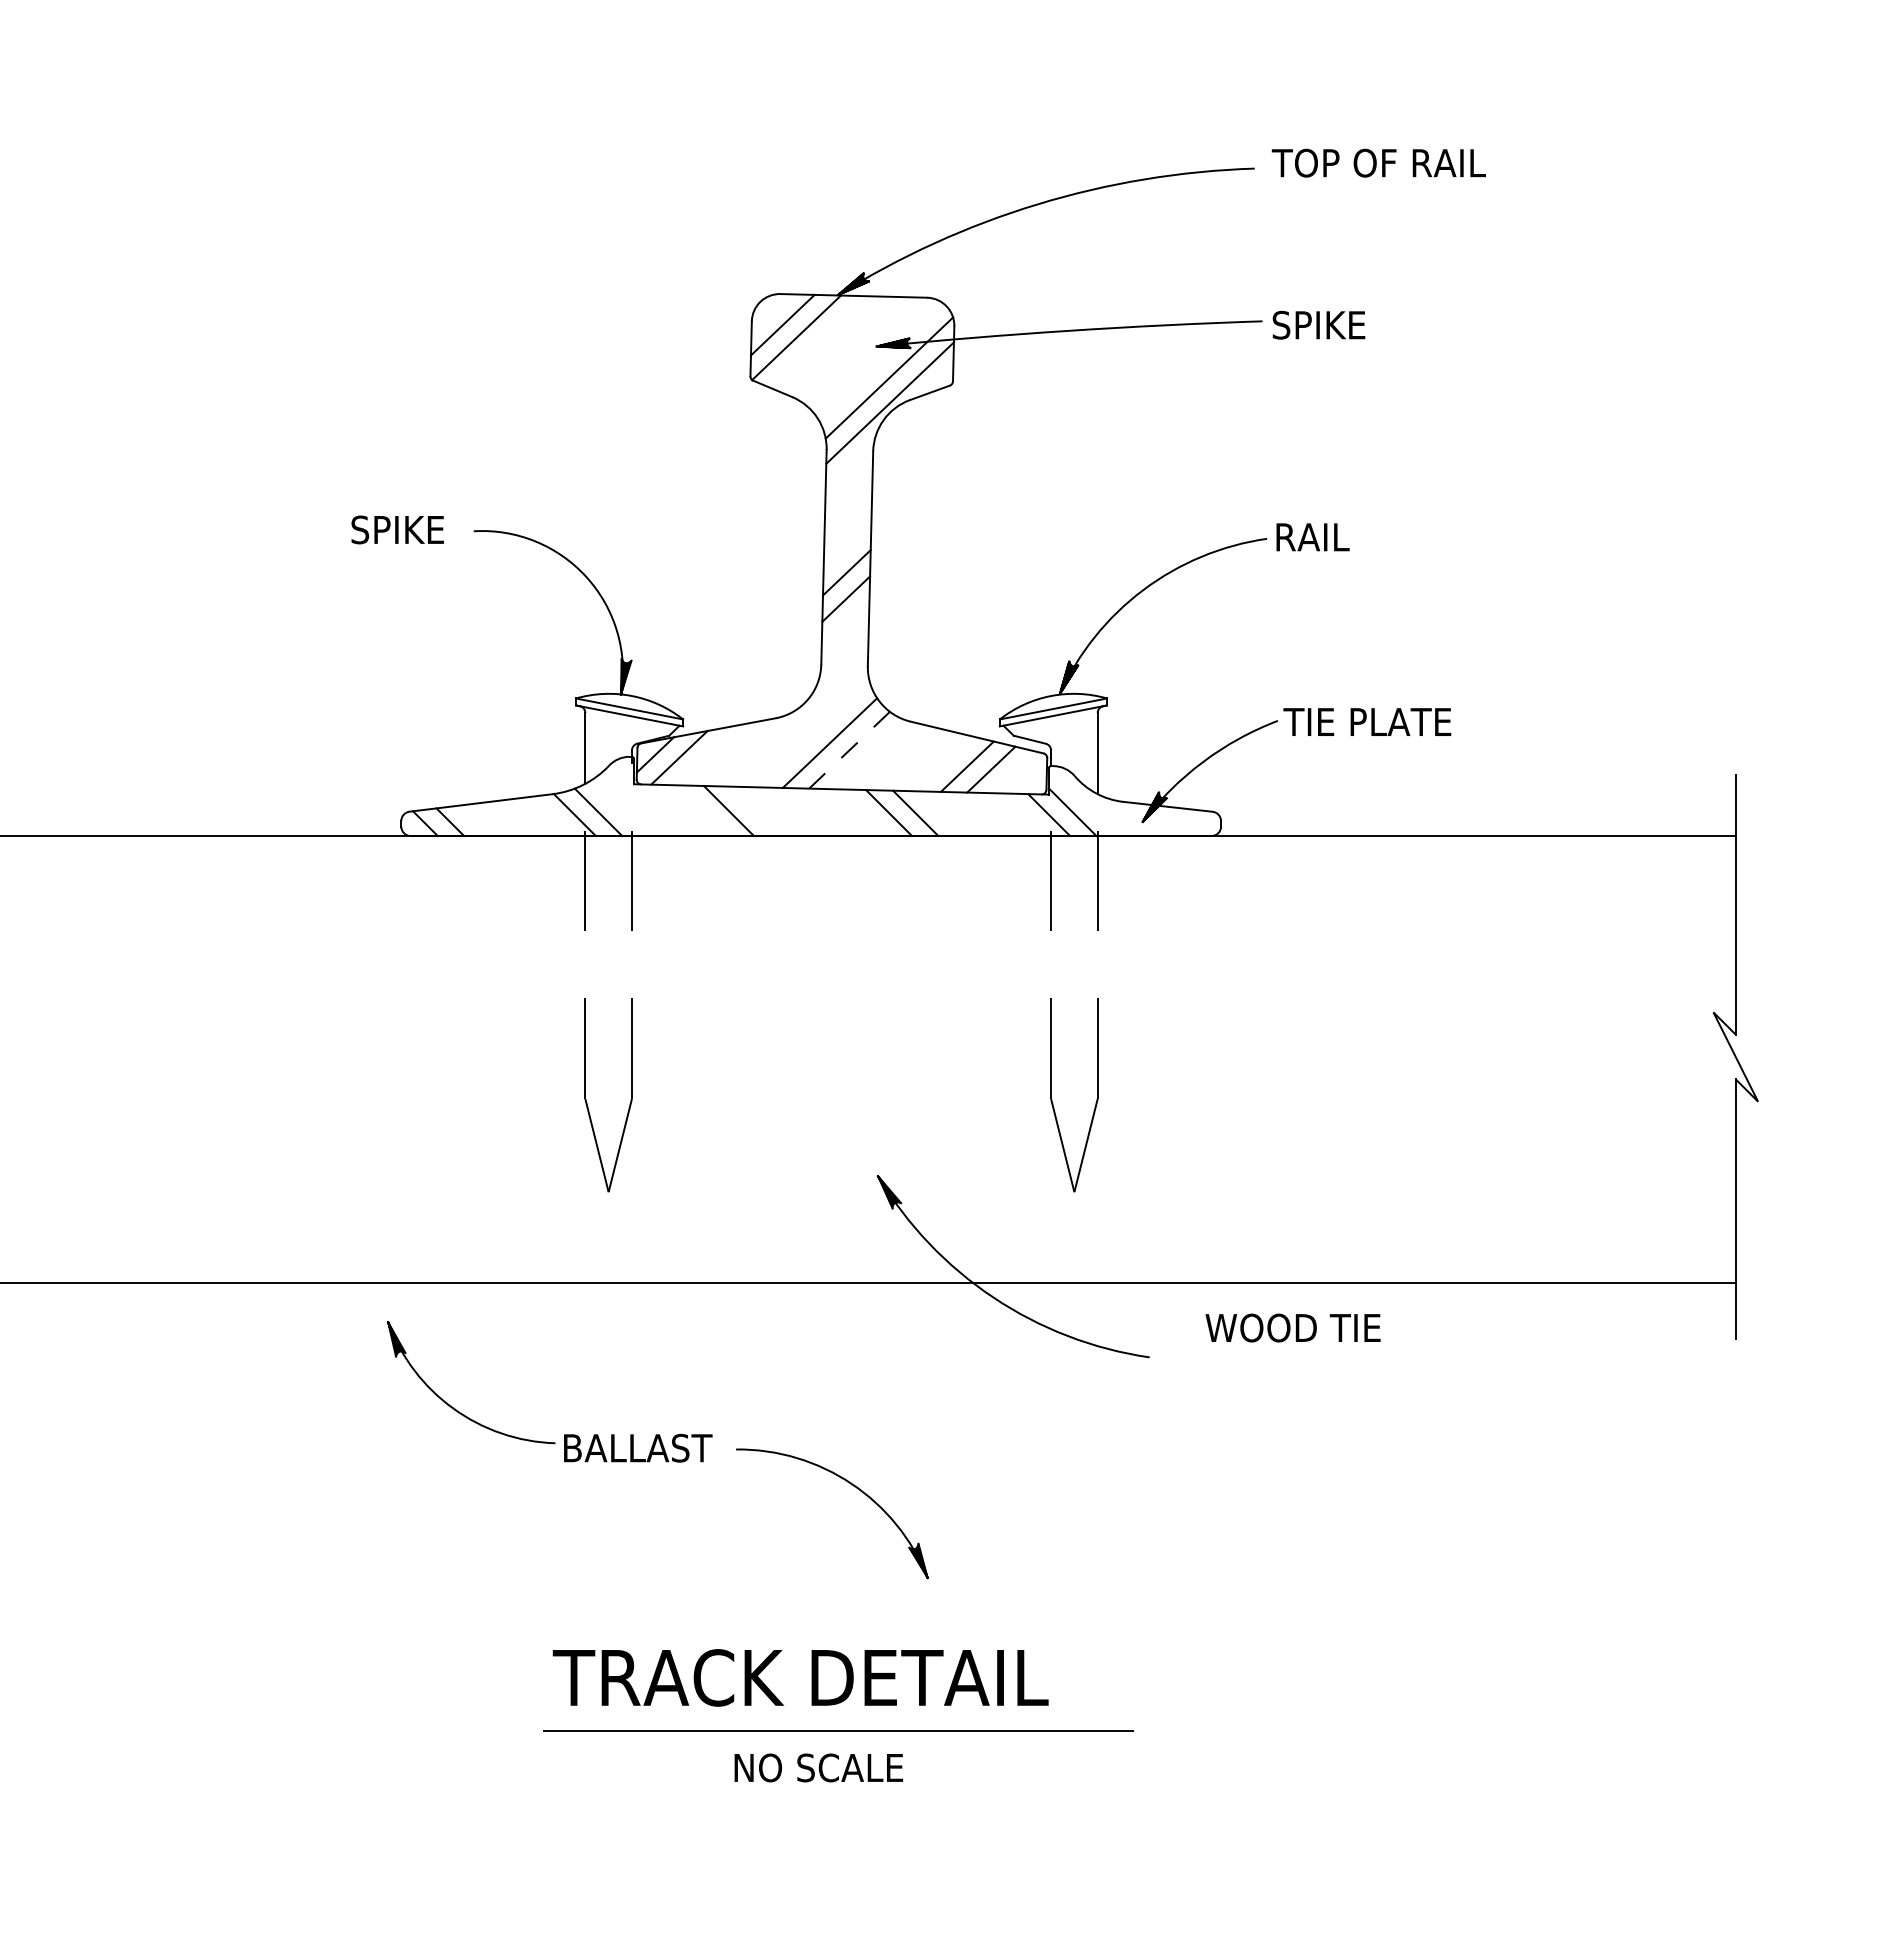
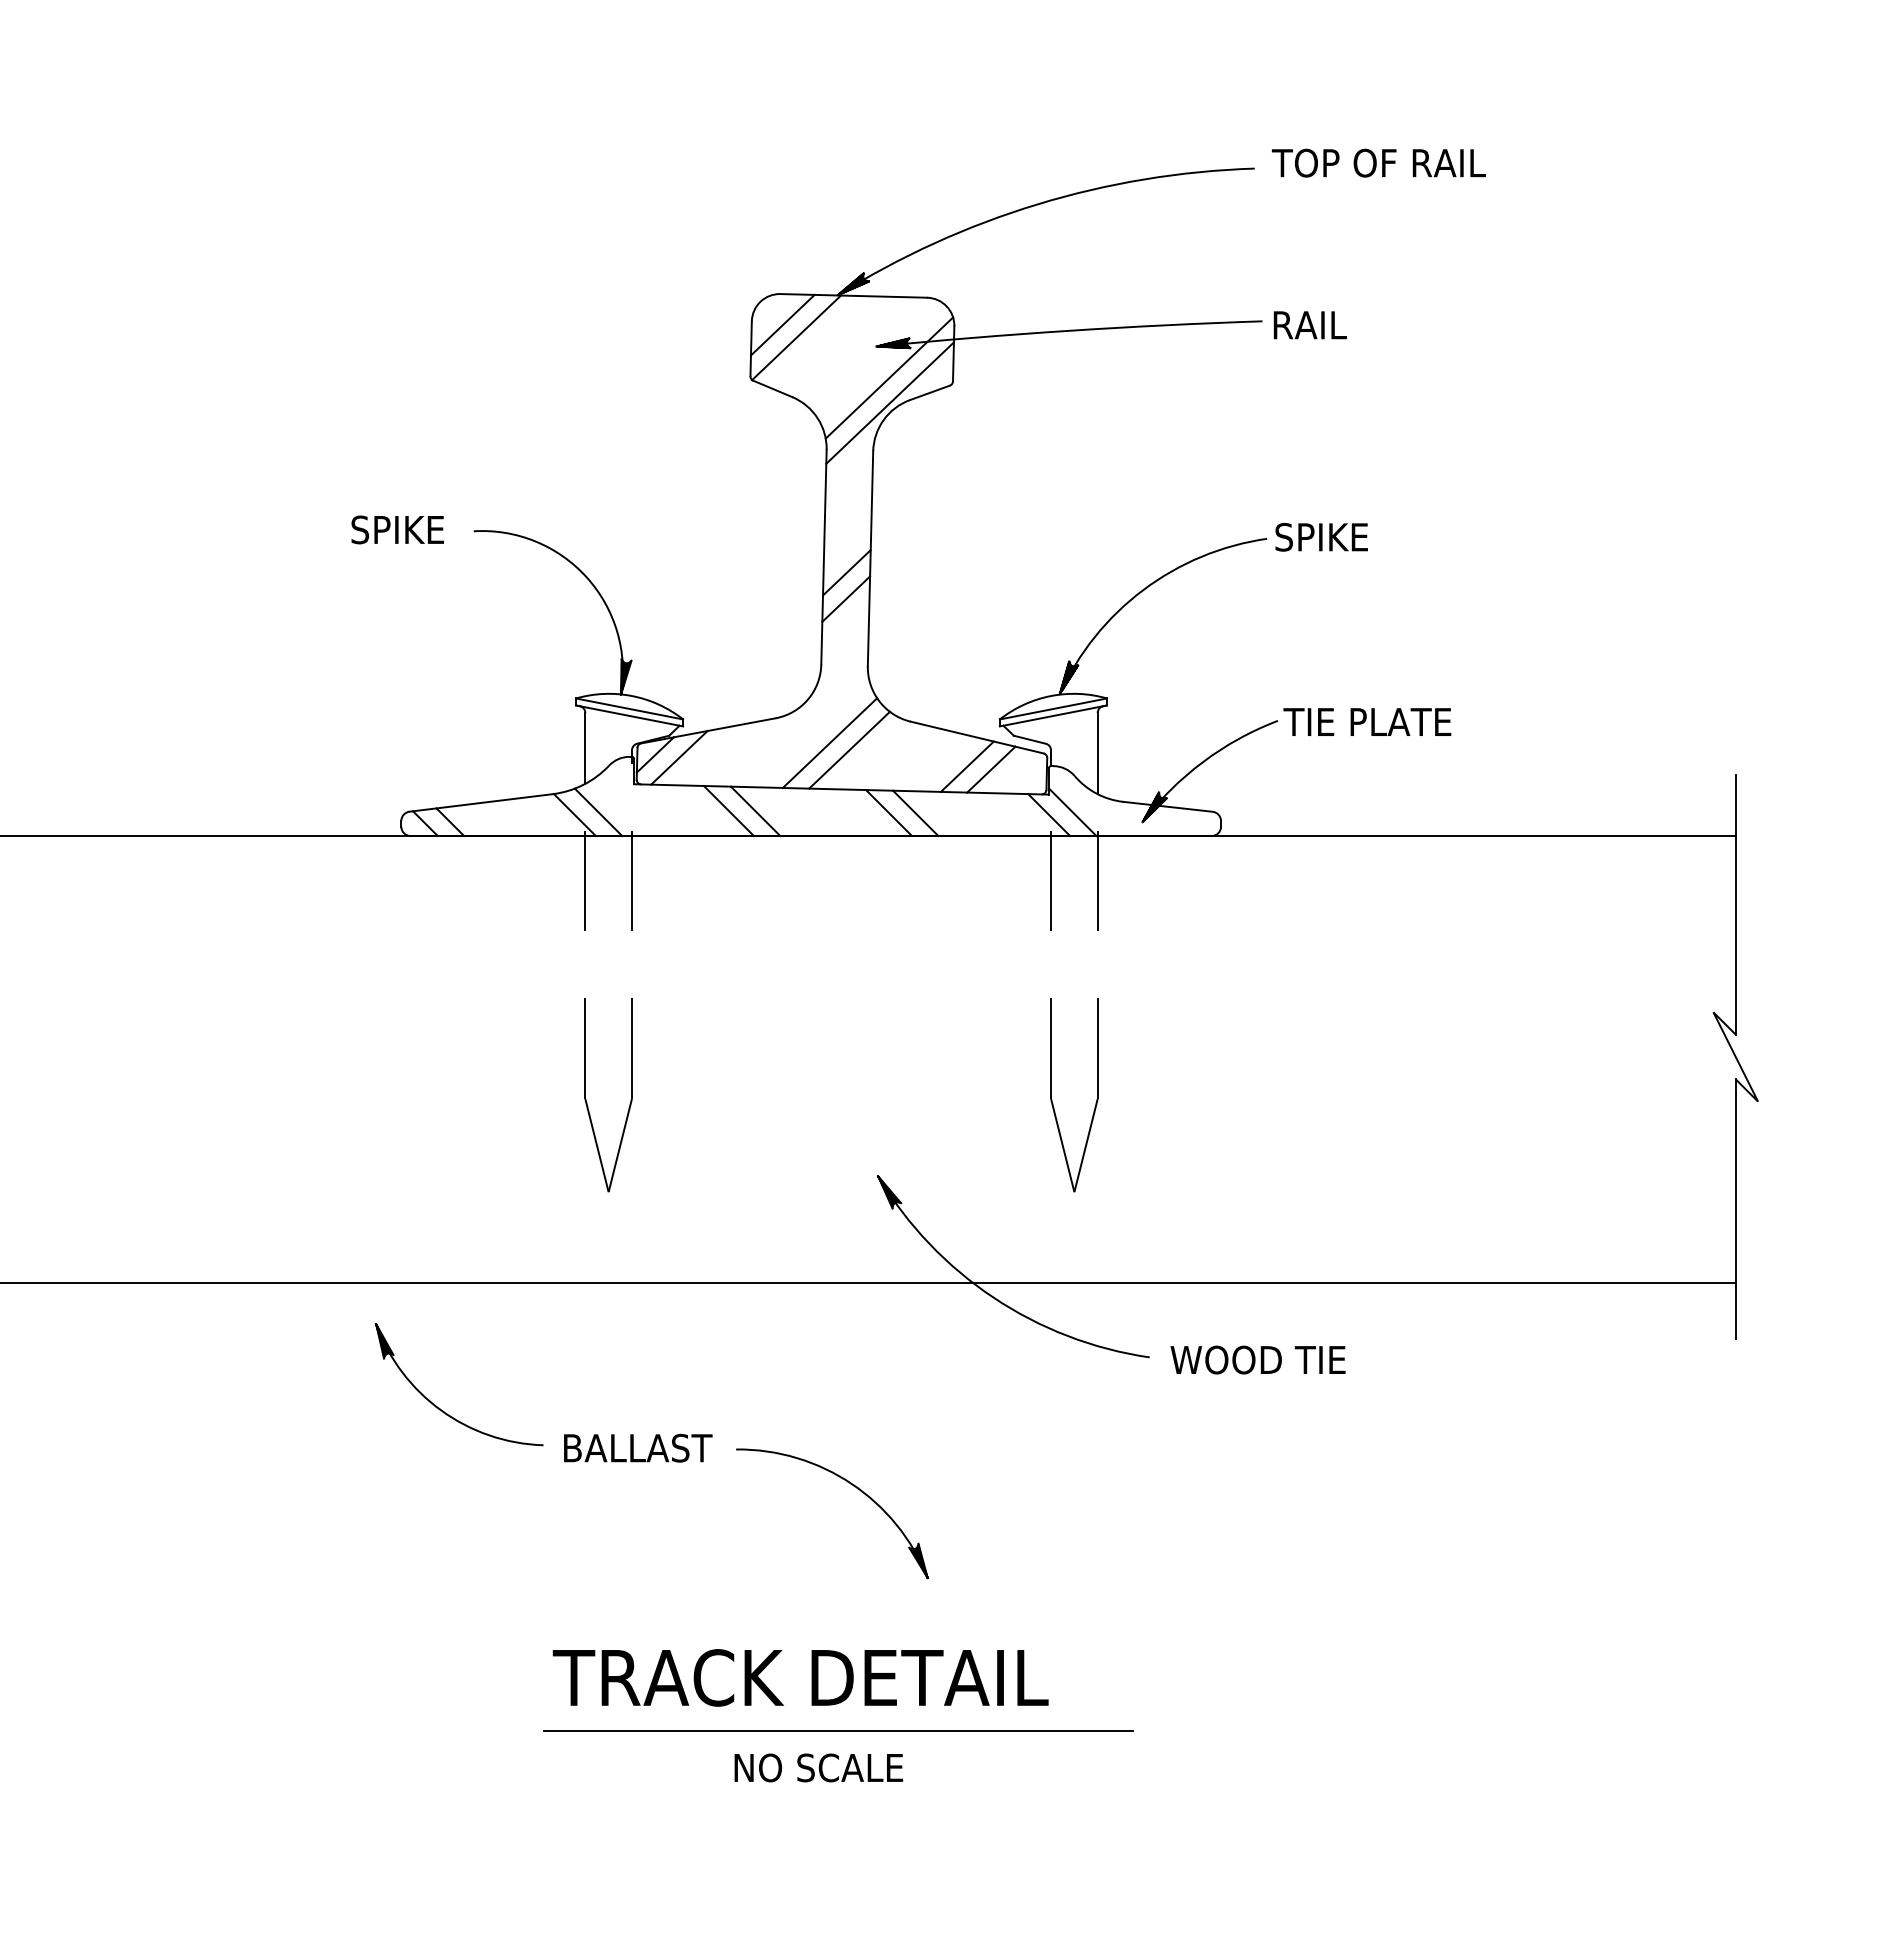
text at (1318, 324): SPIKE -> RAIL
text at (1321, 536): RAIL -> SPIKE
line at (849, 750): dashed -> solid
line at (755, 811): none -> present
text at (1292, 1327) position: (1292, 1327) -> (1257, 1359)
part at (451, 1405) position: (451, 1405) -> (439, 1407)
